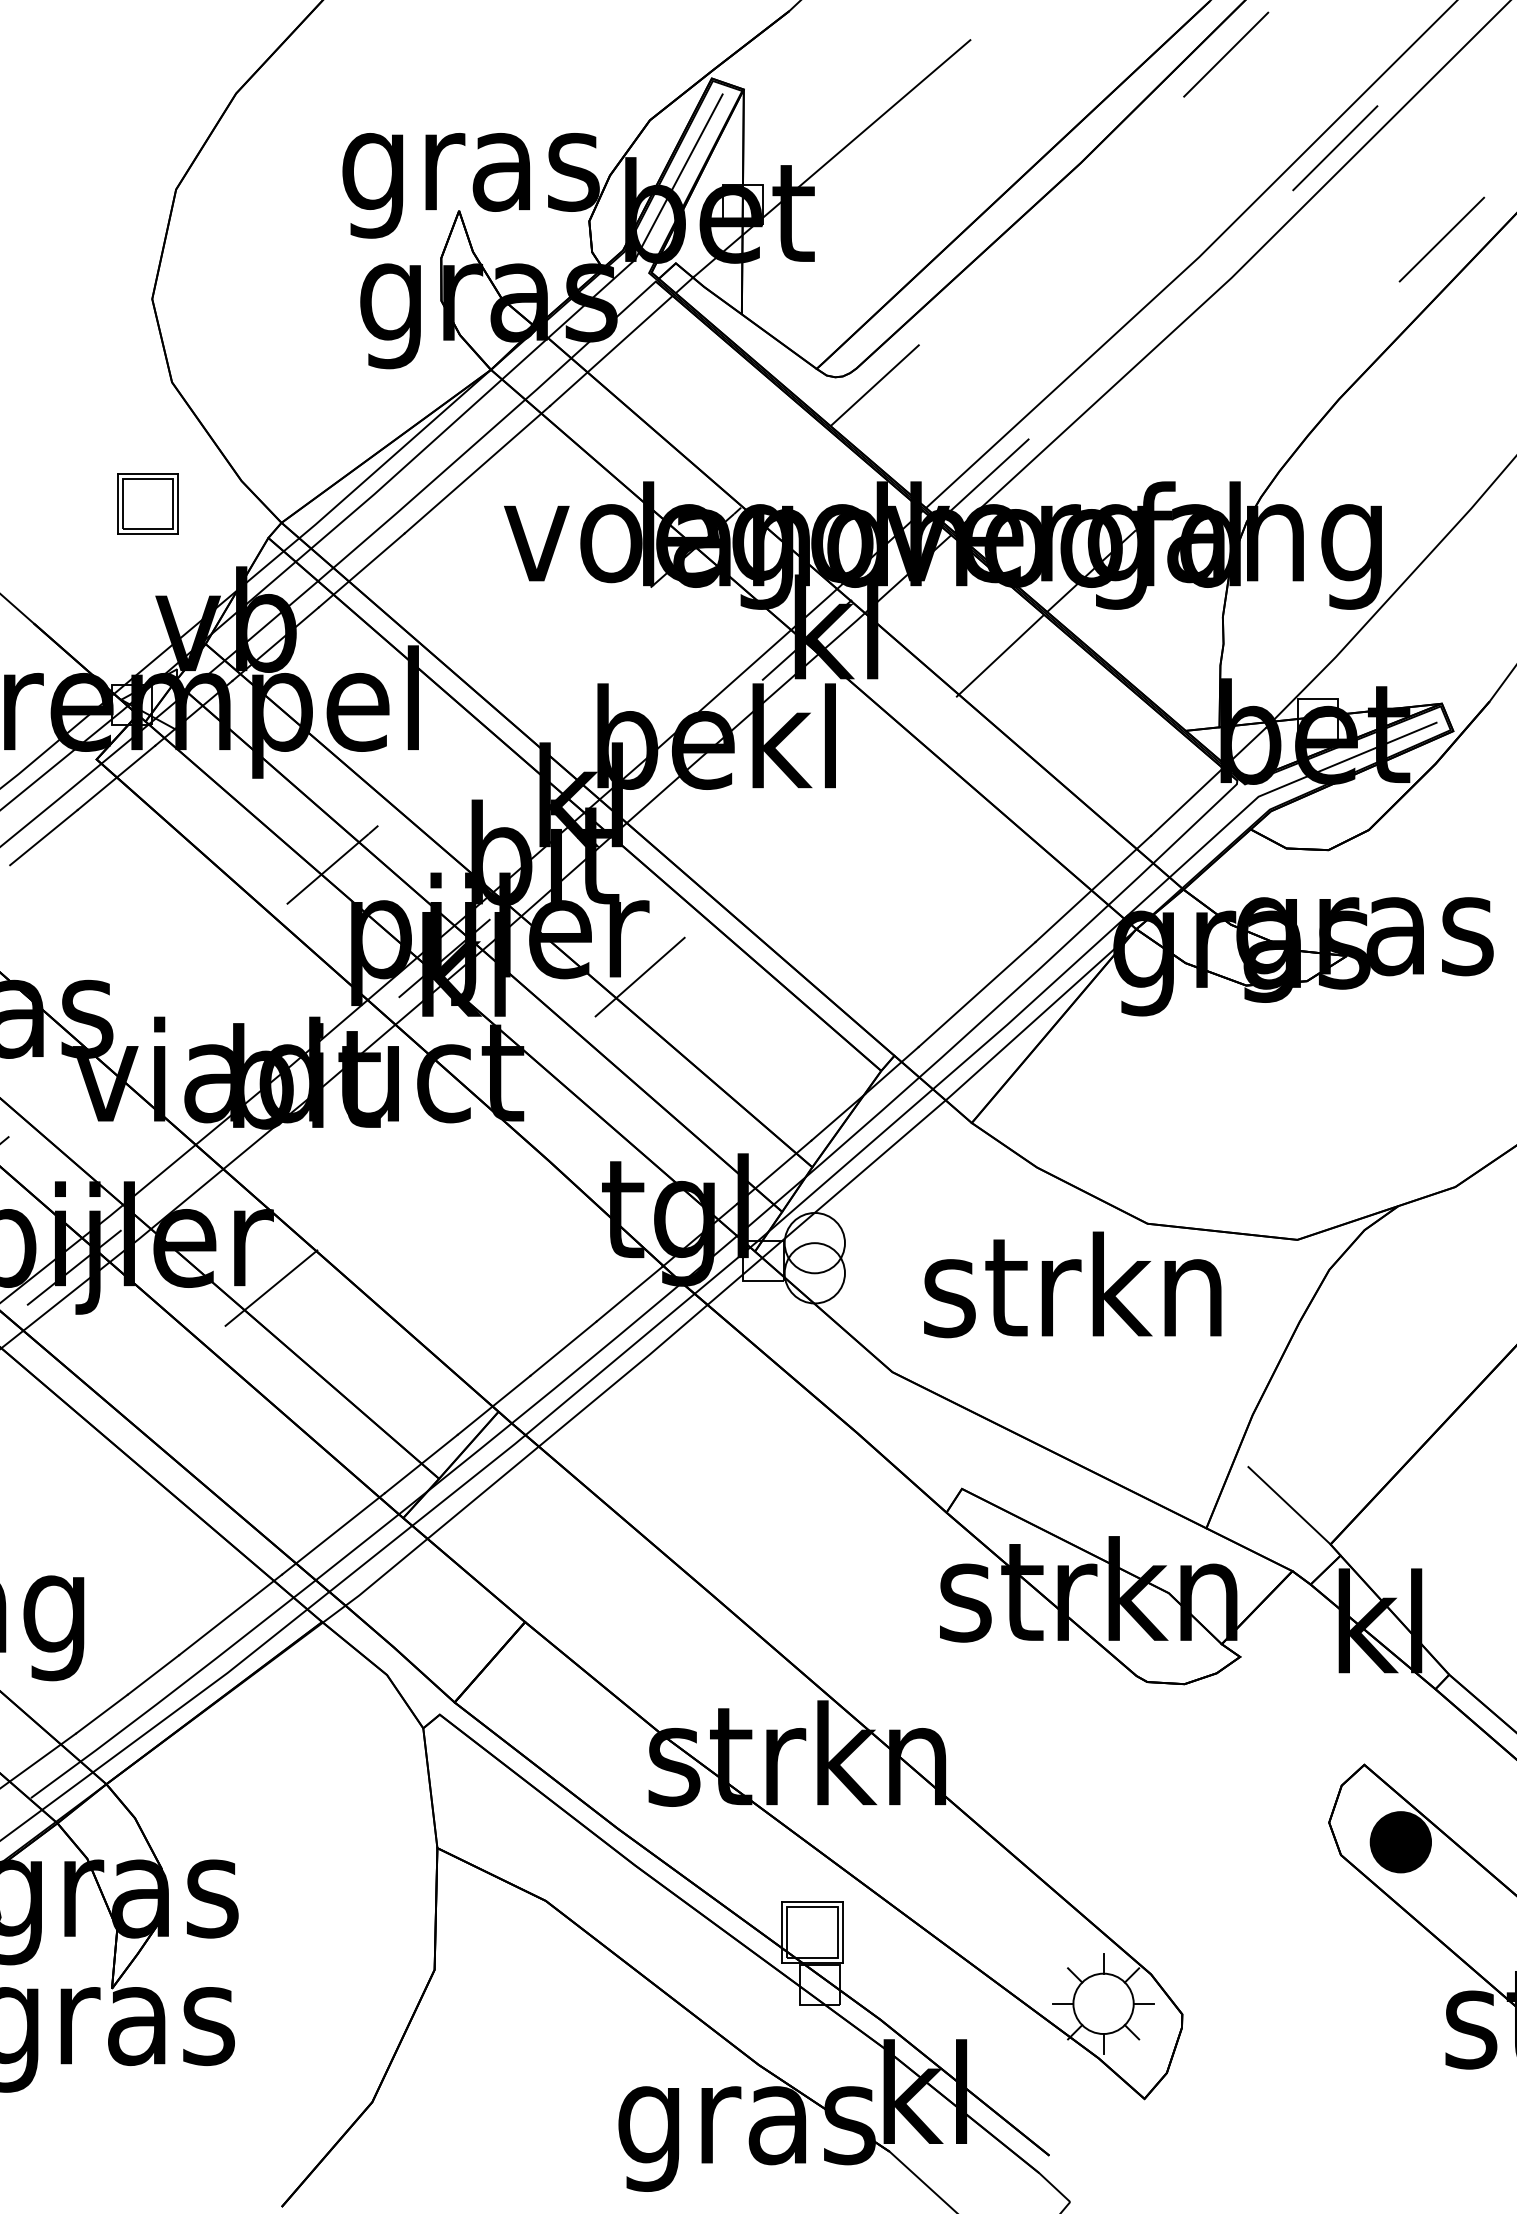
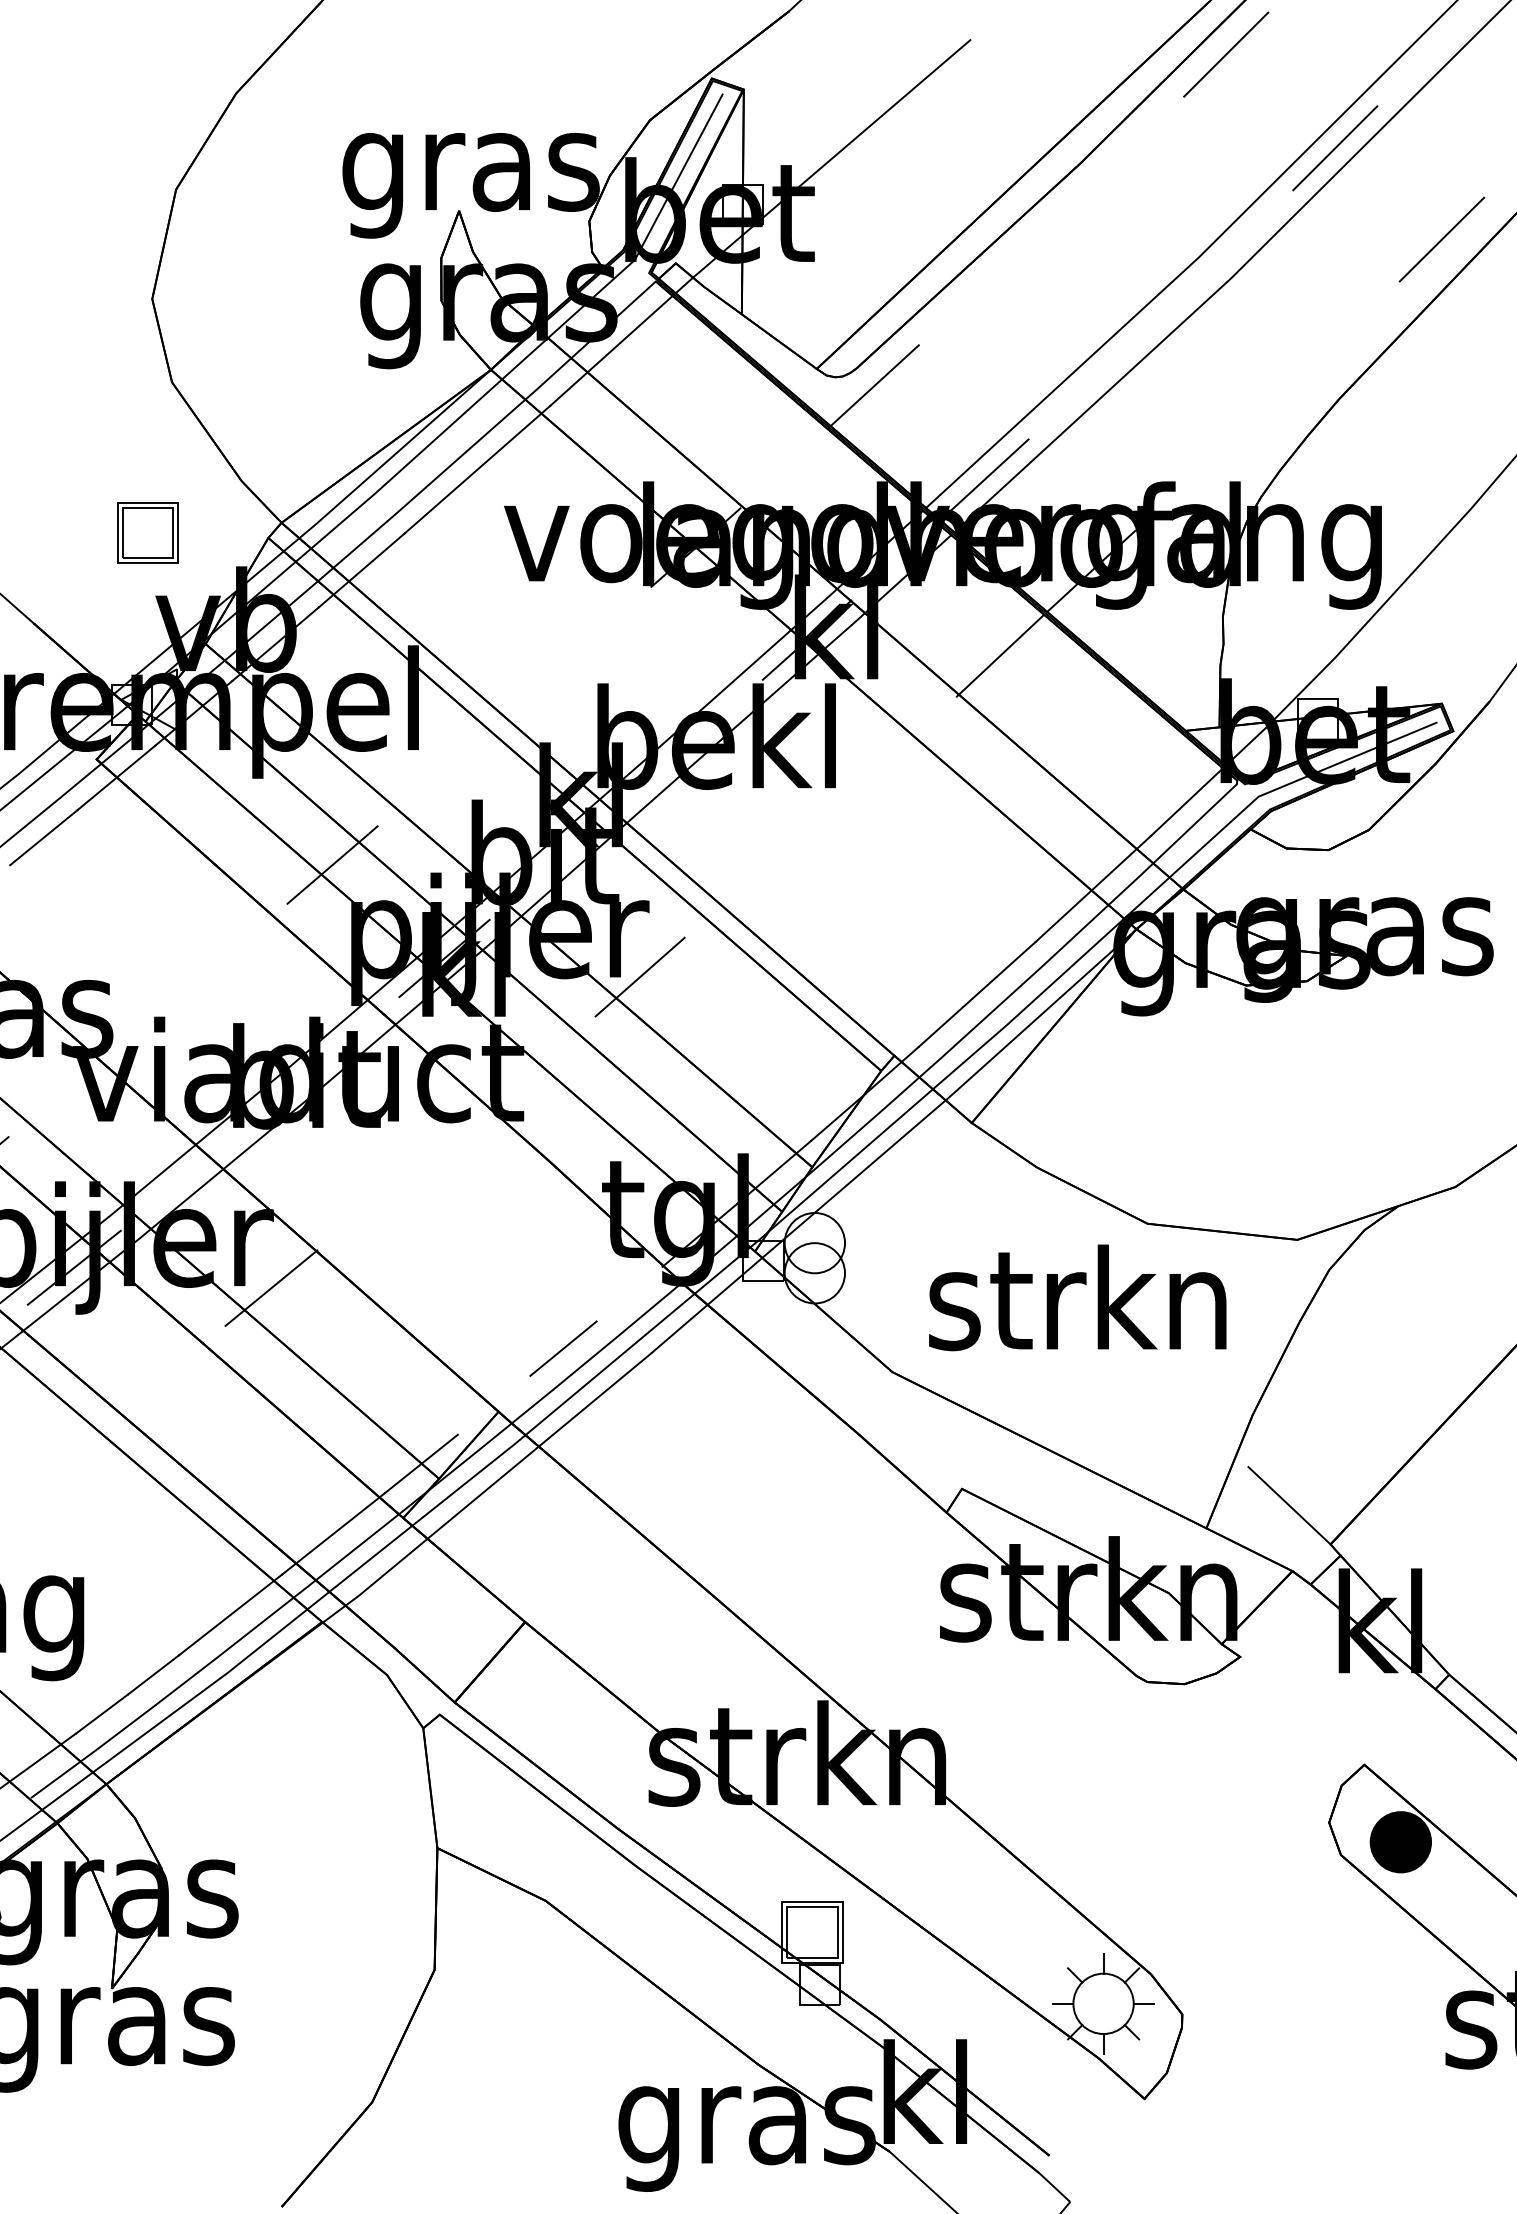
part at (147, 503) position: (147, 503) -> (147, 532)
text at (1072, 1284) position: (1072, 1284) -> (1077, 1297)
line at (629, 1293): present -> none
line at (493, 1404): present -> none
